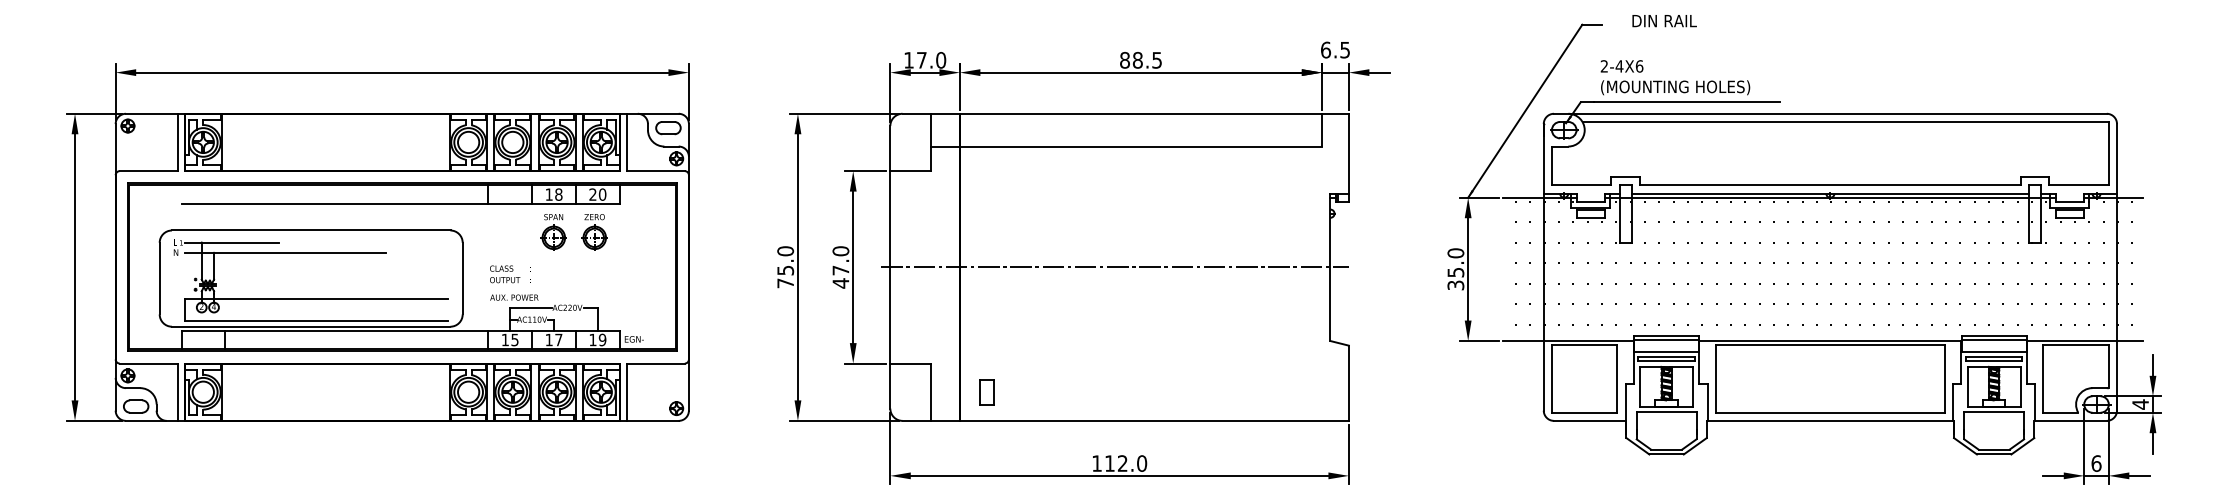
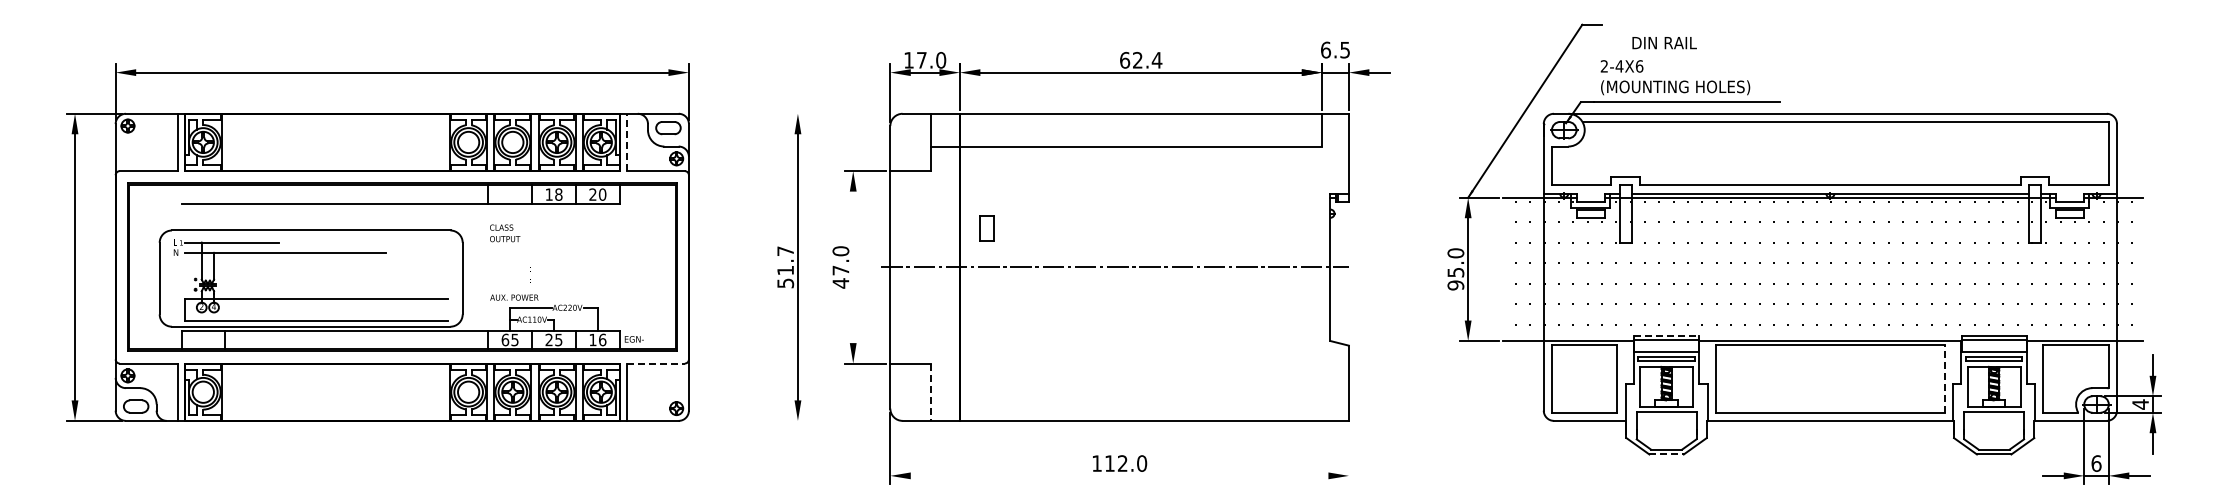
text at (1664, 21) position: (1664, 21) -> (1664, 43)
text at (1141, 59): 88.5 -> 62.4
line at (843, 113): present -> none
line at (627, 142): solid -> dashed
part at (553, 232): present -> none
part at (594, 232): present -> none
text at (785, 267): 75.0 -> 51.7
line at (853, 267): present -> none
text at (505, 274) position: (505, 274) -> (505, 233)
text at (1455, 285): 35.0 -> 95.0
line at (1667, 335): solid -> dashed
text at (505, 339): 15 -> 65
text at (553, 339): 17 -> 25
text at (602, 339): 19 -> 16
line at (655, 363): solid -> dashed
line at (1945, 378): solid -> dashed
line at (931, 392): solid -> dashed
part at (986, 392) position: (986, 392) -> (986, 228)
line at (843, 420): present -> none
line at (1348, 454): present -> none
line at (1667, 454): solid -> dashed
line at (1119, 475): present -> none
